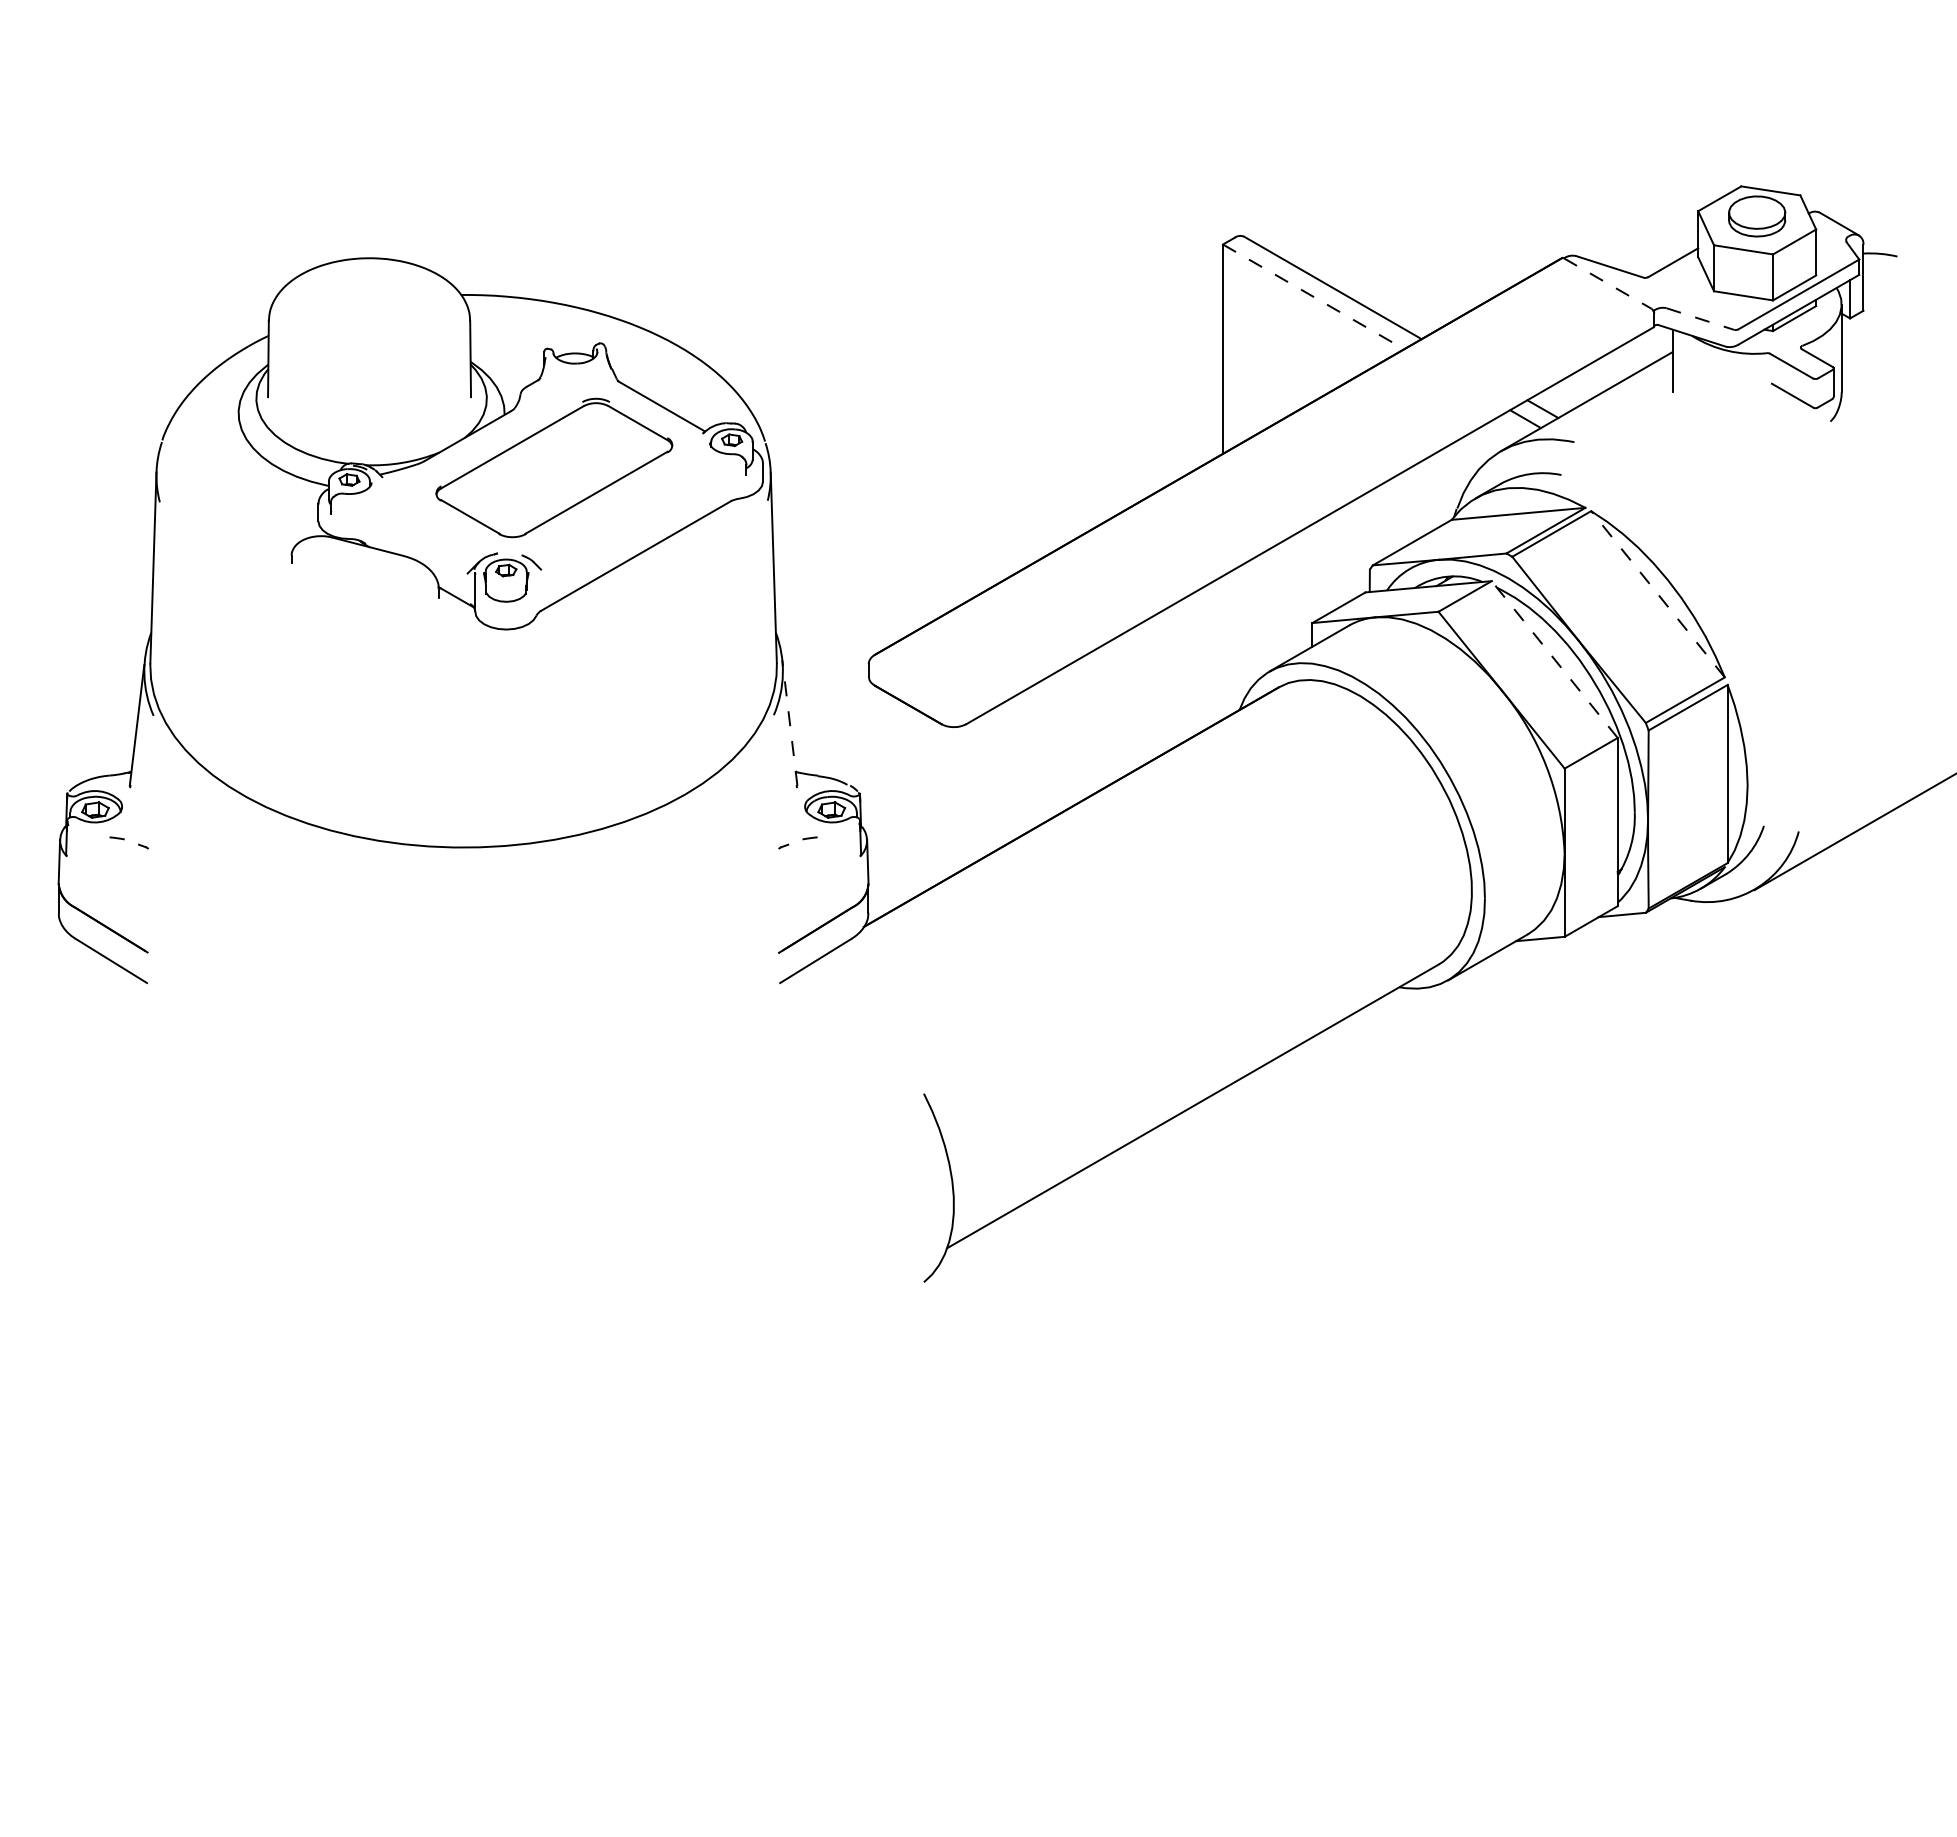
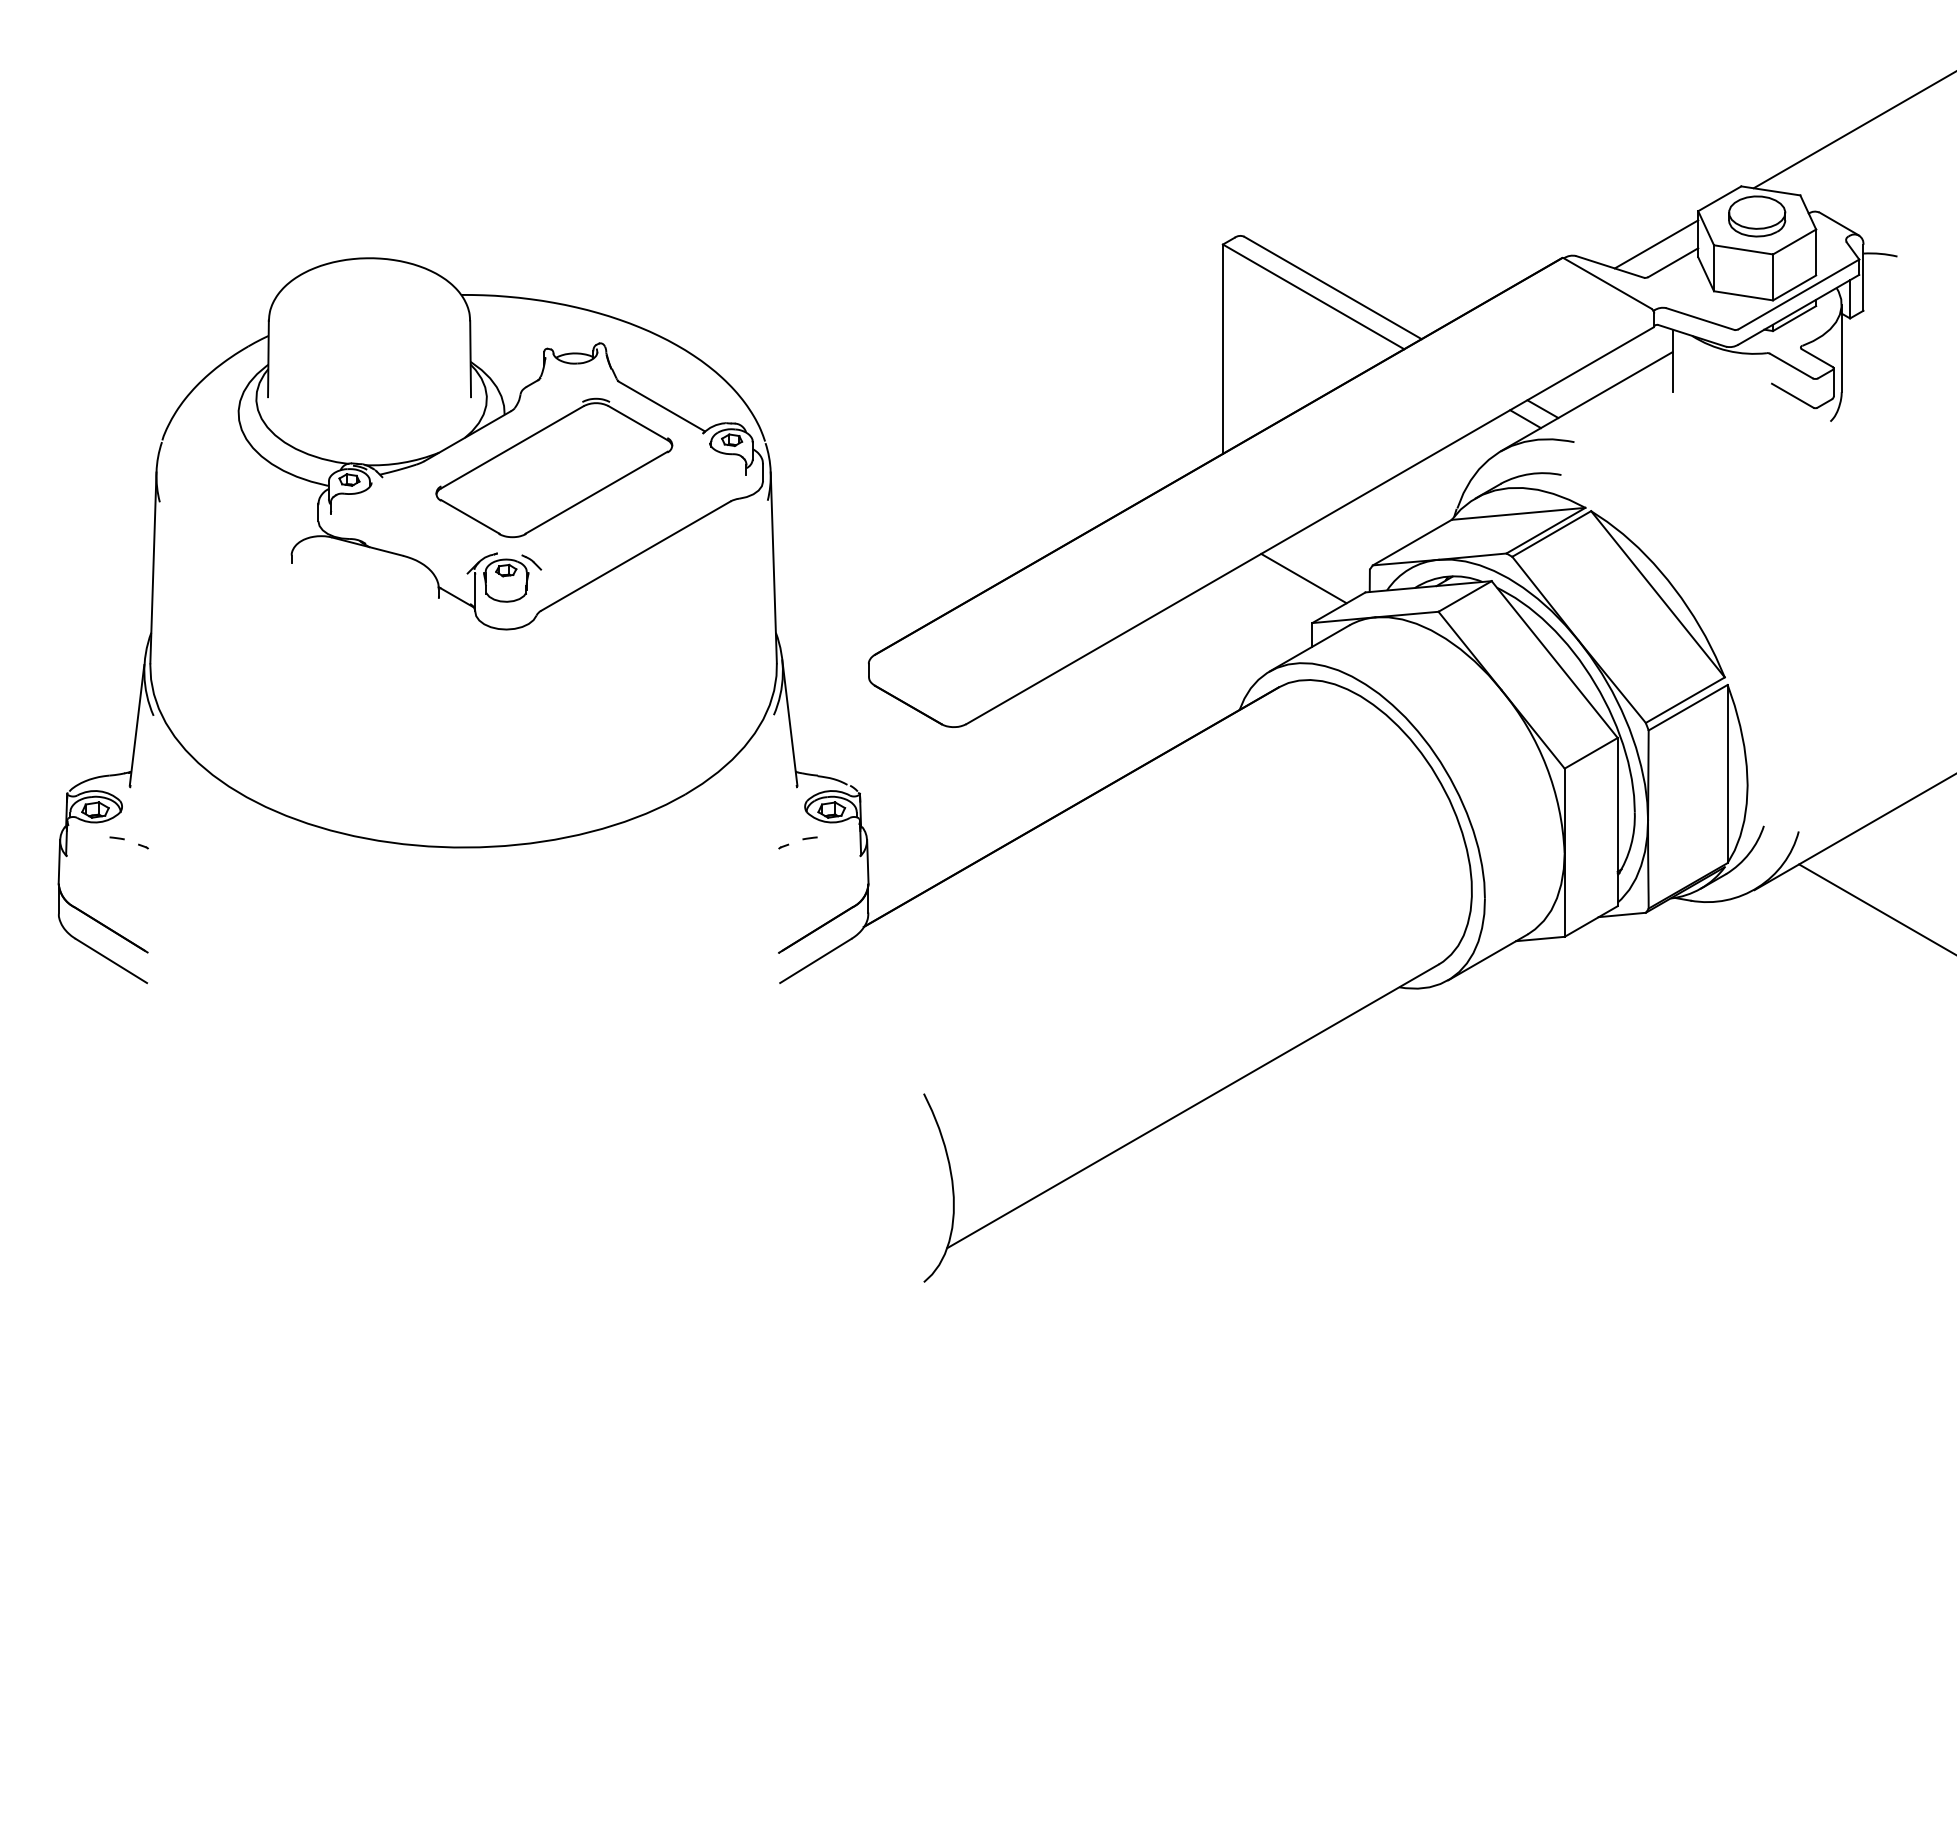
line at (1853, 130): none -> present
line at (1656, 244): none -> present
line at (1607, 283): dashed -> solid
line at (1313, 296): dashed -> solid
line at (1700, 319): dashed -> solid
line at (1303, 578): none -> present
line at (1657, 594): dashed -> solid
line at (1554, 659): dashed -> solid
line at (789, 722): dashed -> solid
line at (1876, 908): none -> present
